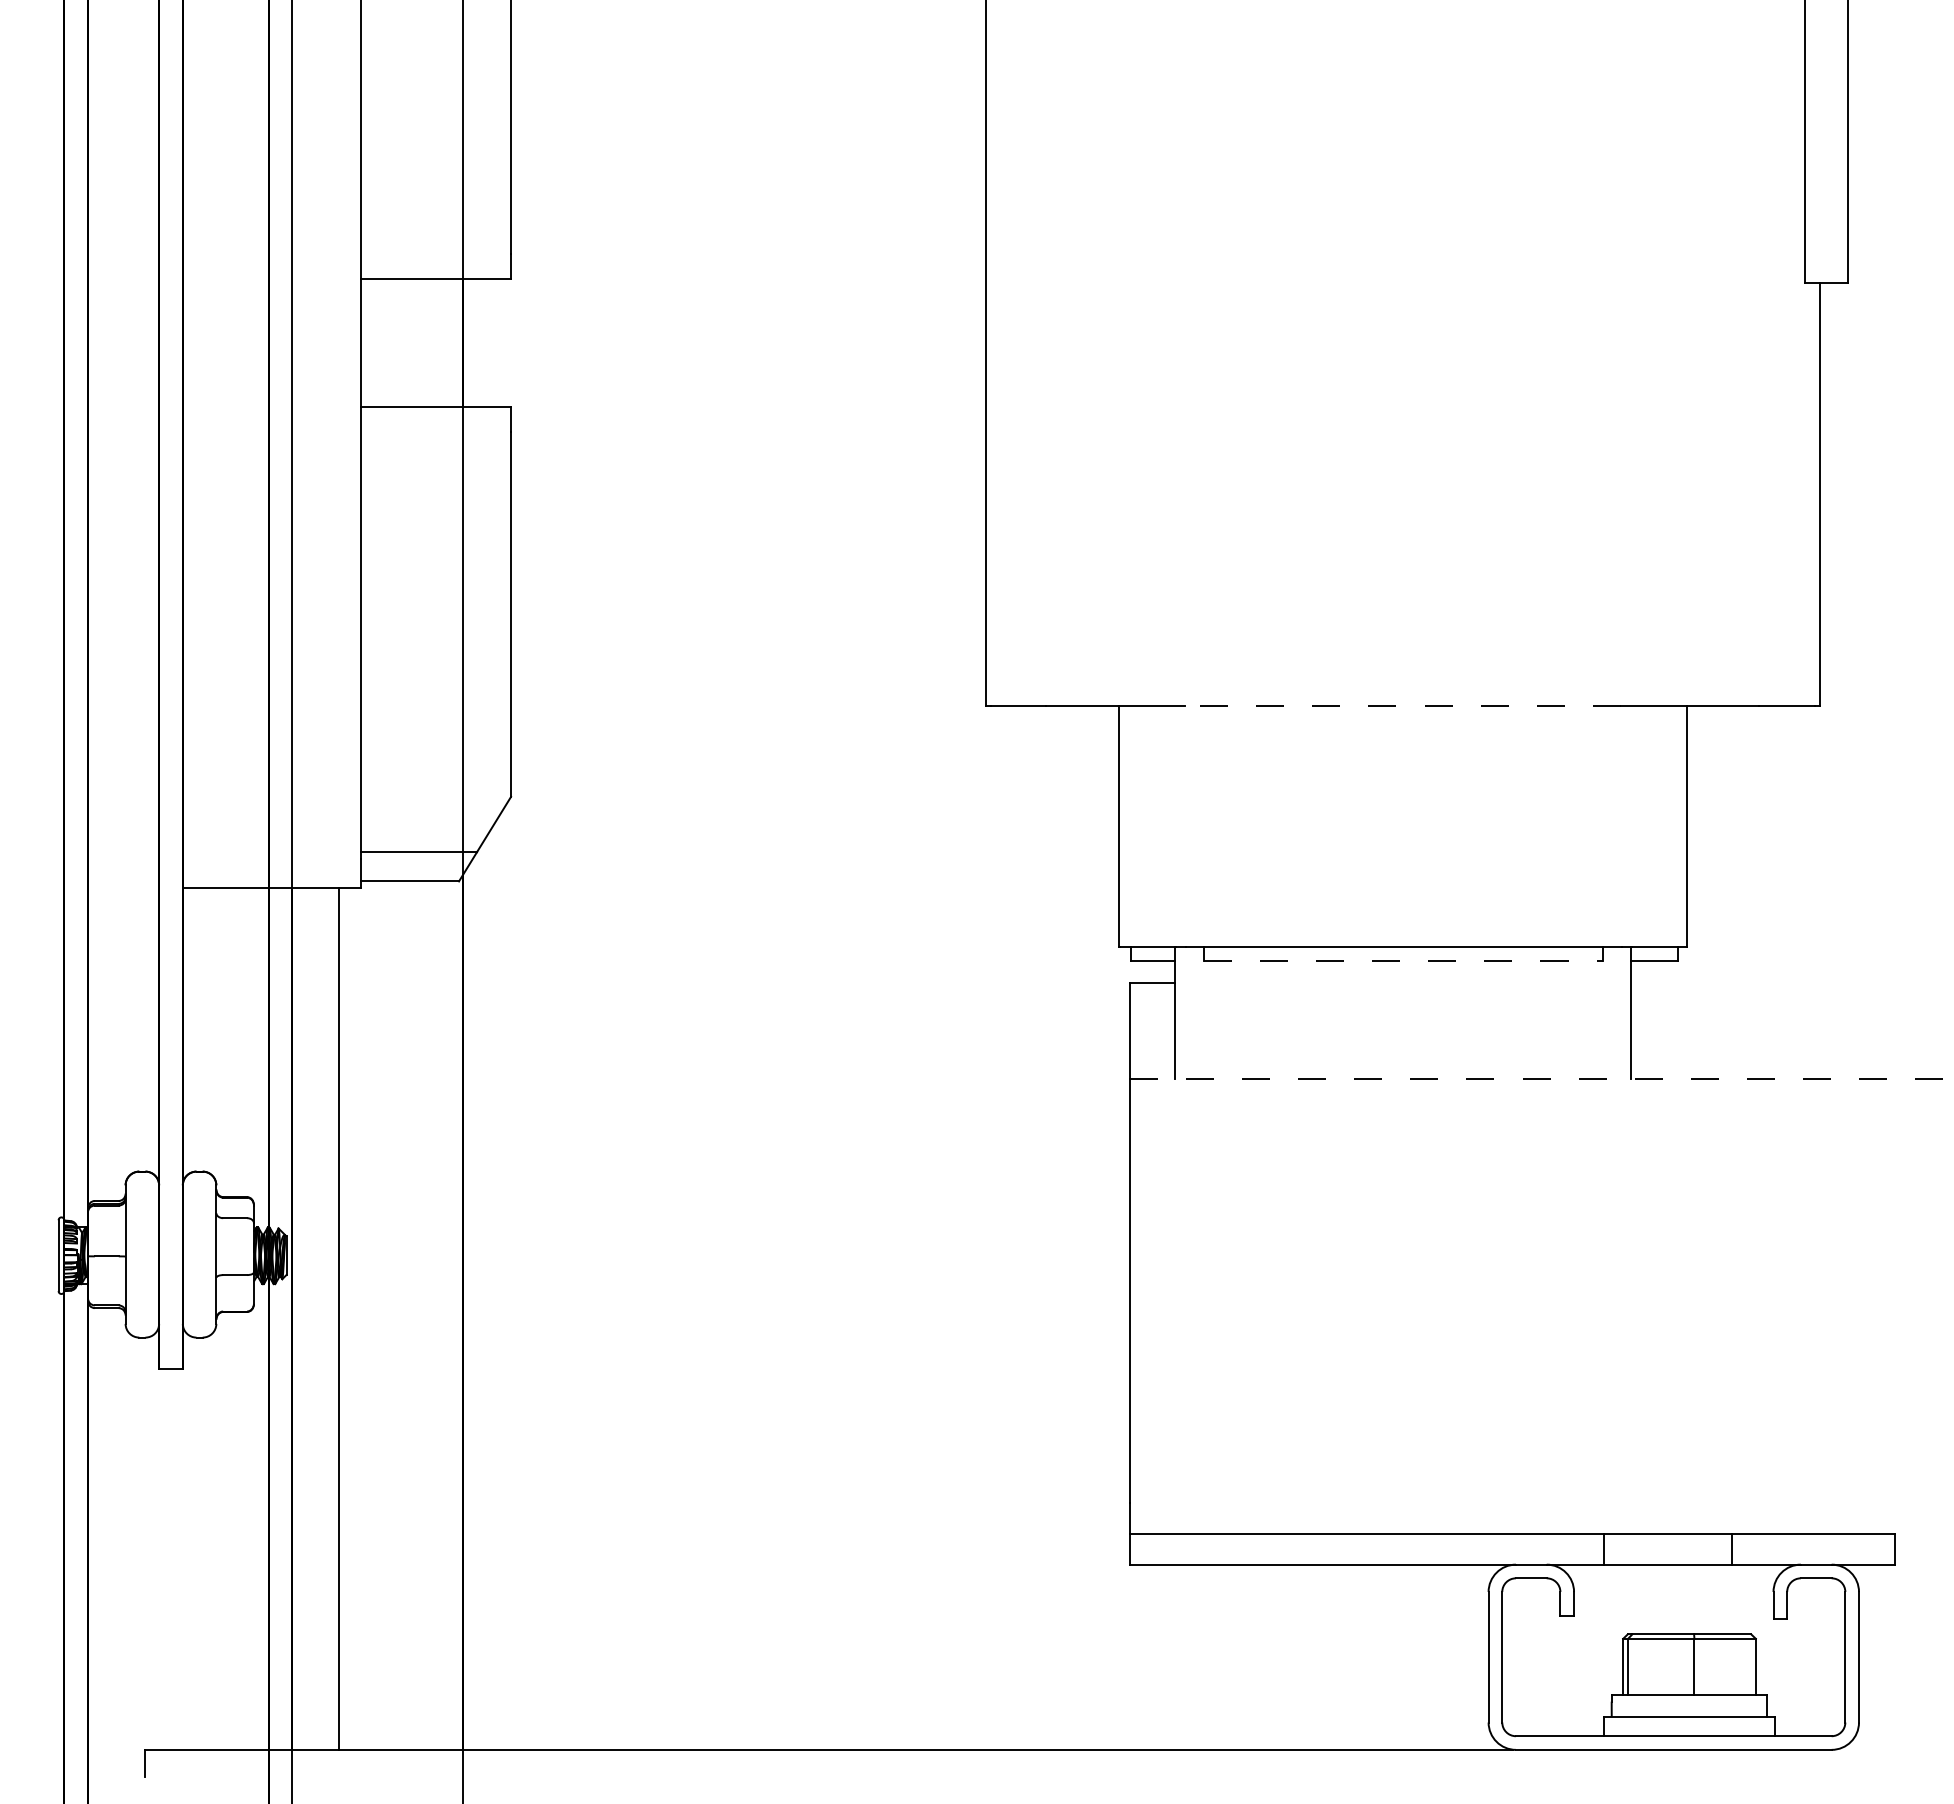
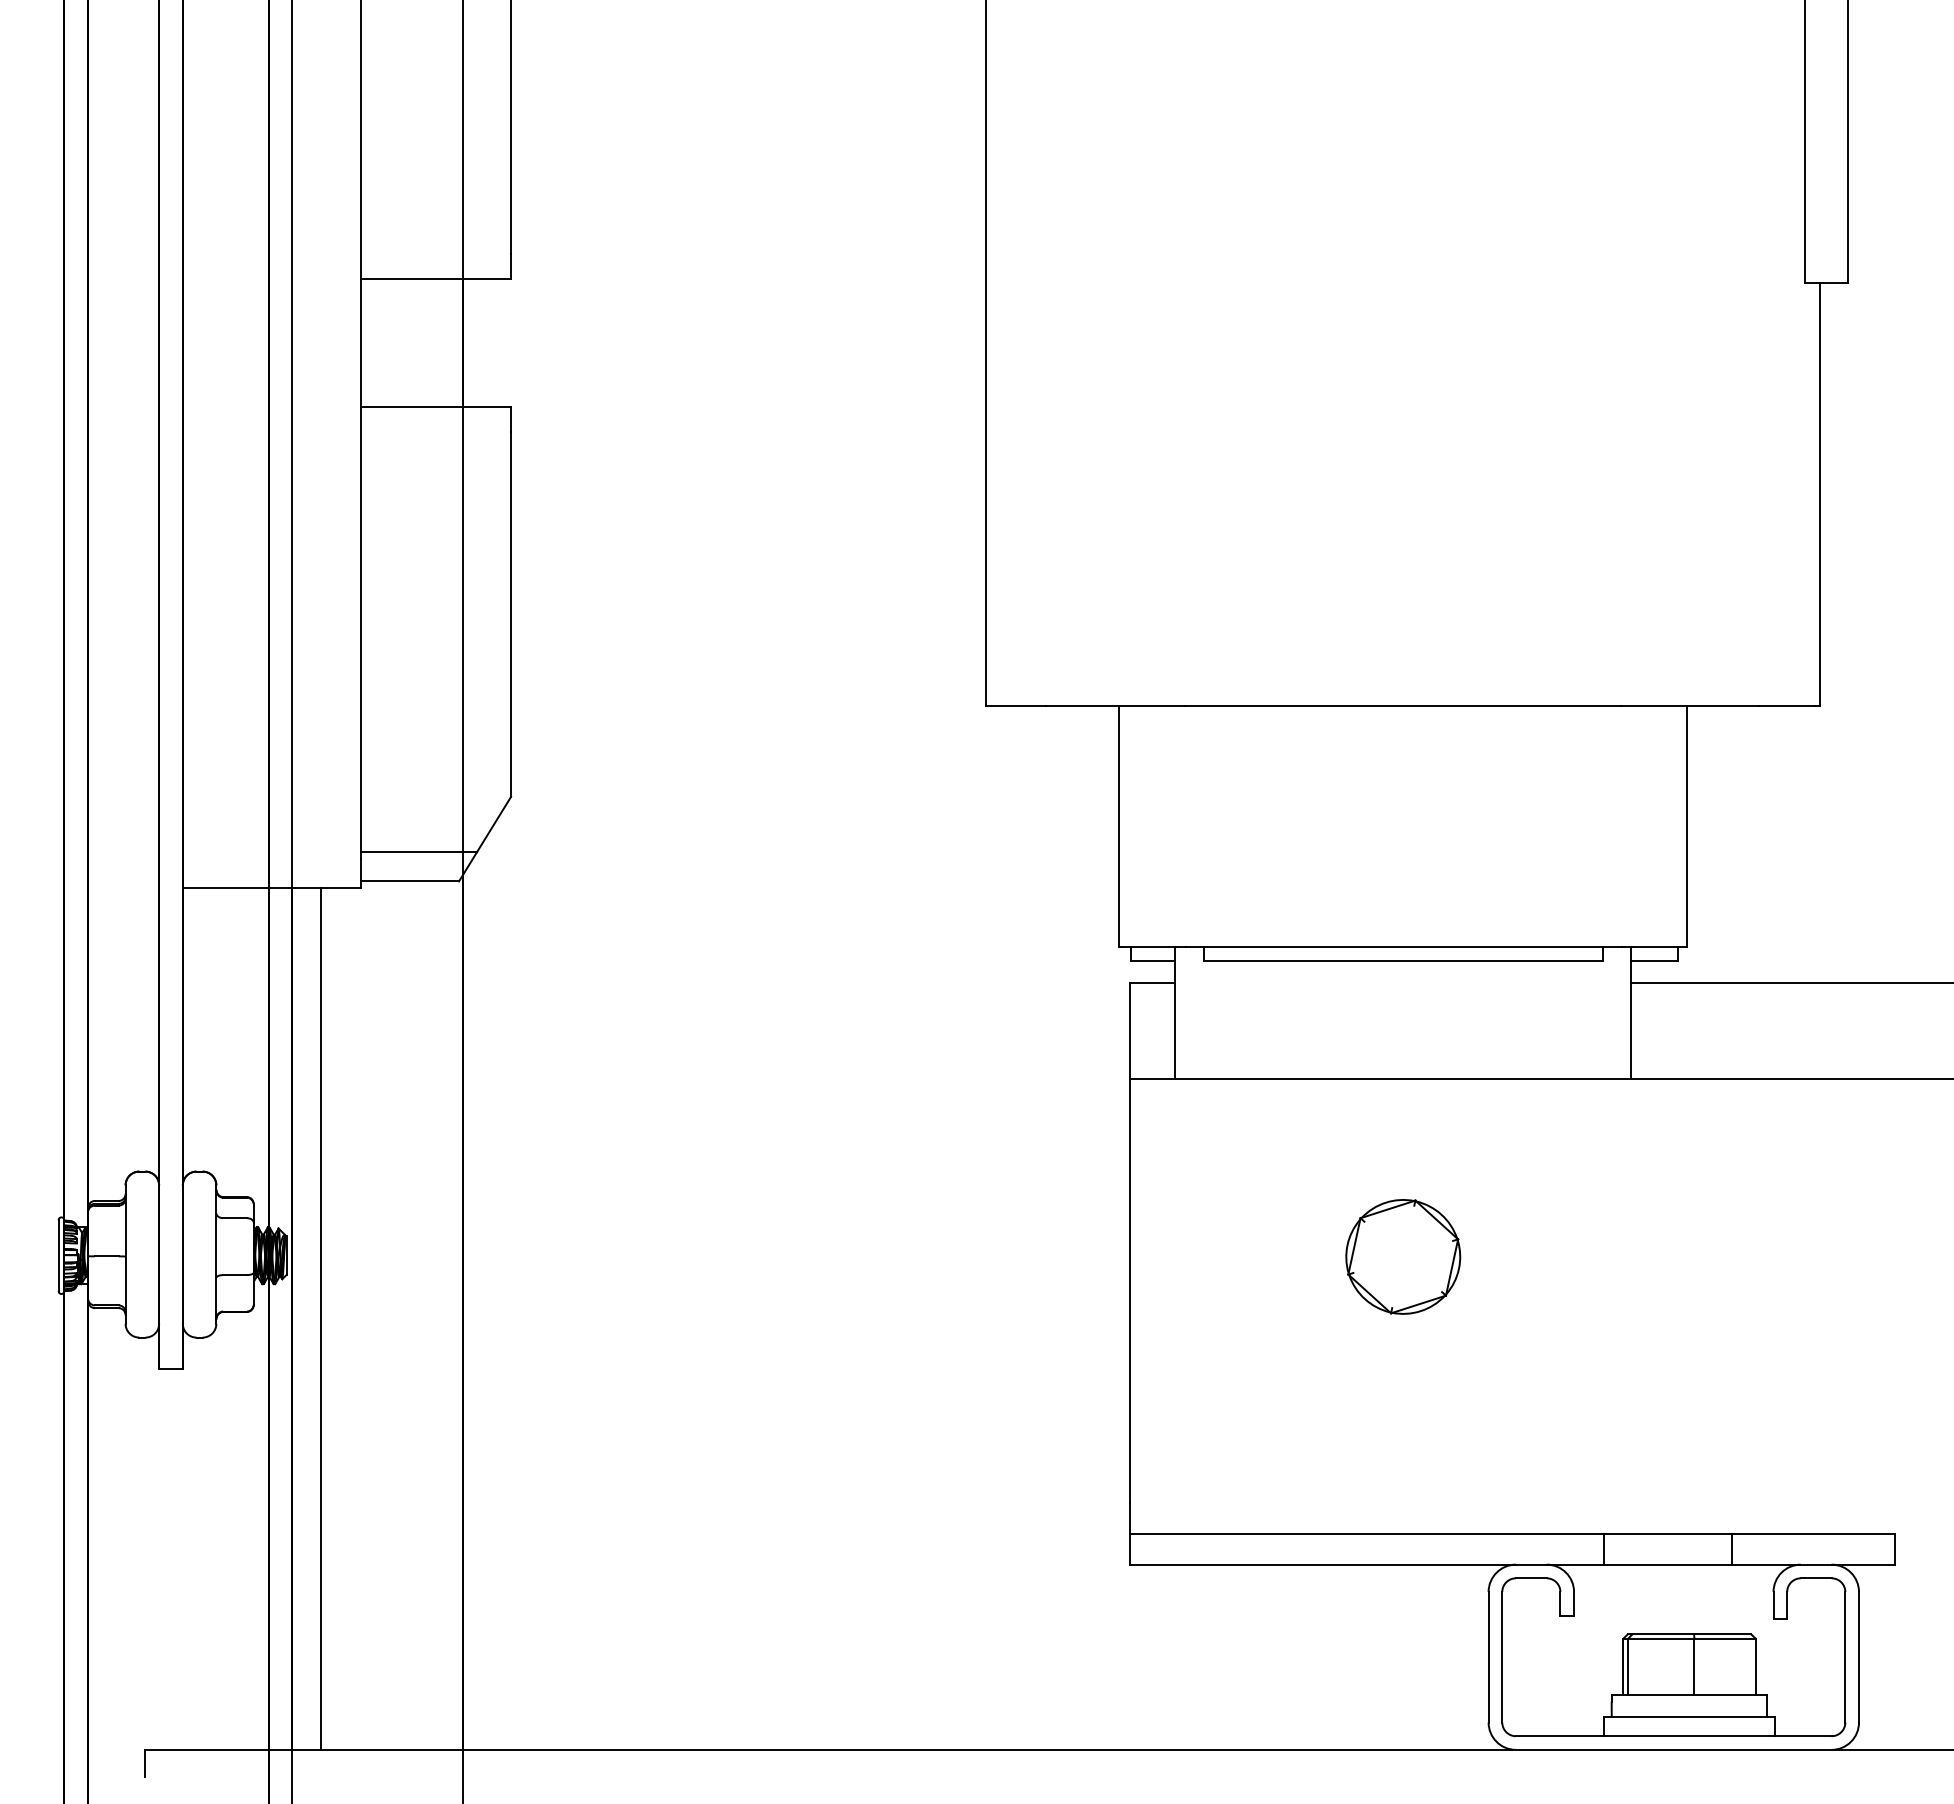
line at (1402, 706): dashed -> solid
line at (1403, 960): dashed -> solid
line at (1790, 983): none -> present
line at (1541, 1079): dashed -> solid
part at (1403, 1256): none -> present
line at (338, 1318) position: (338, 1318) -> (320, 1318)
line at (1892, 1749): none -> present
